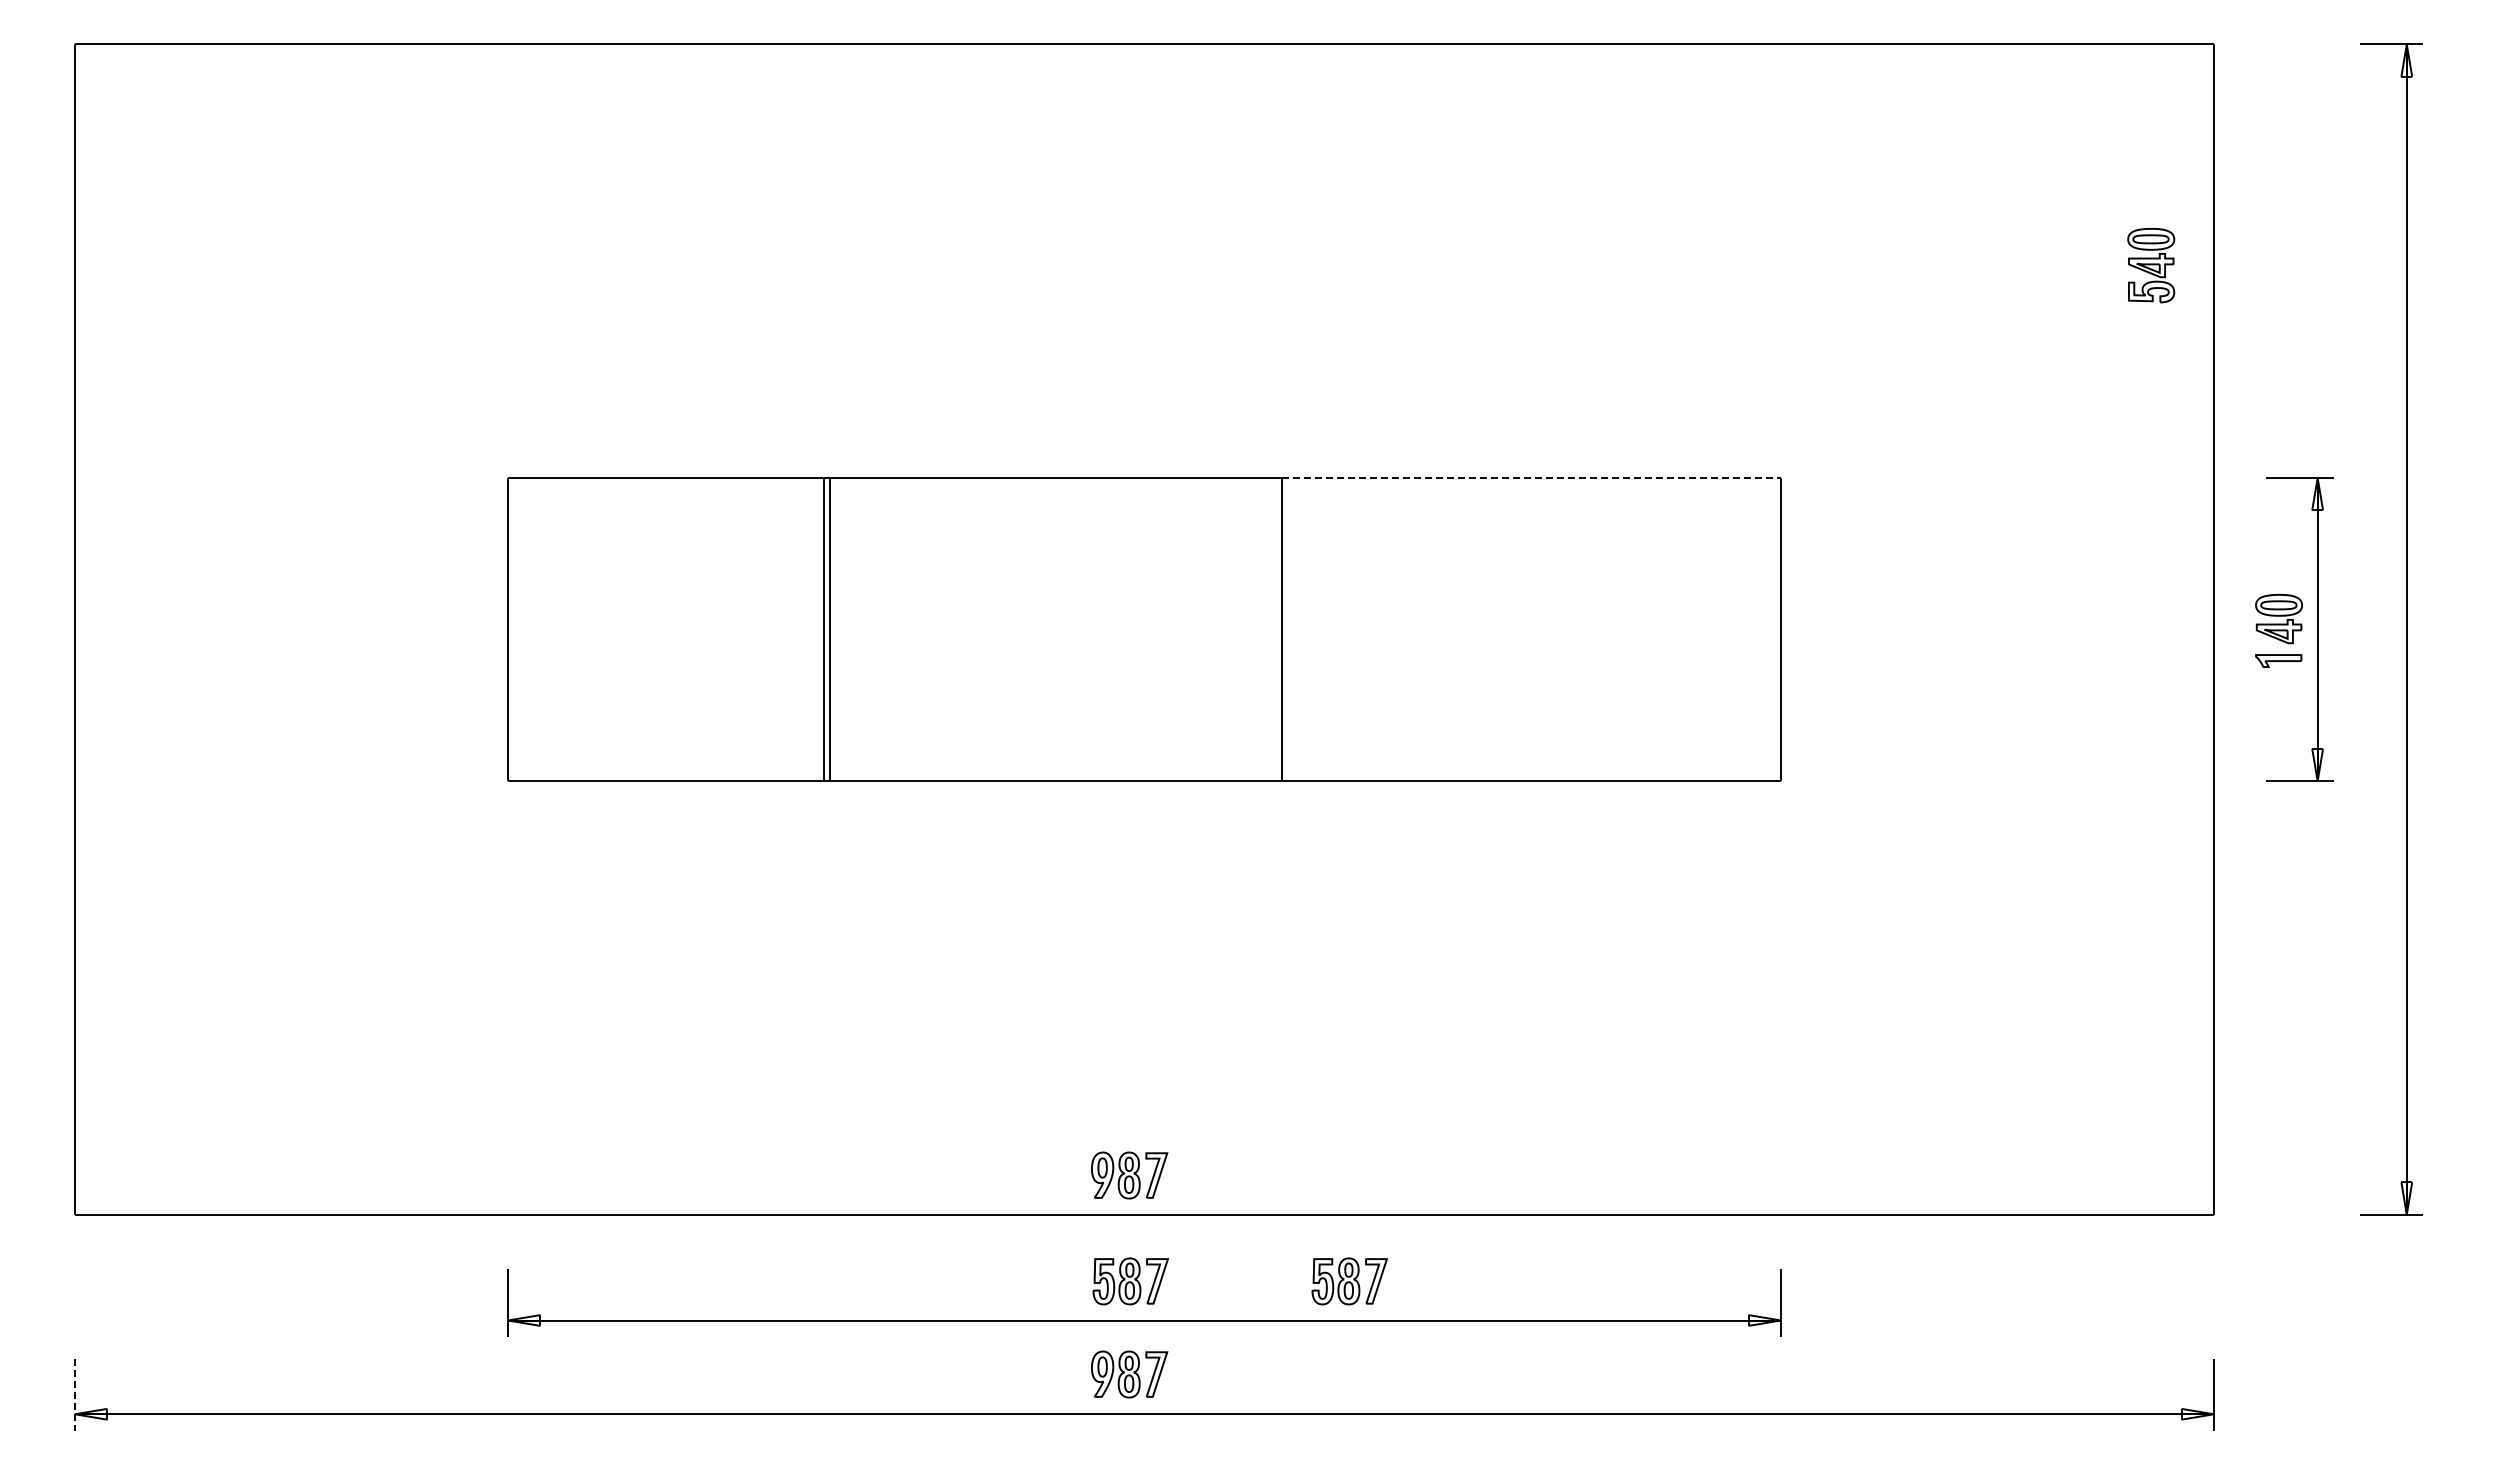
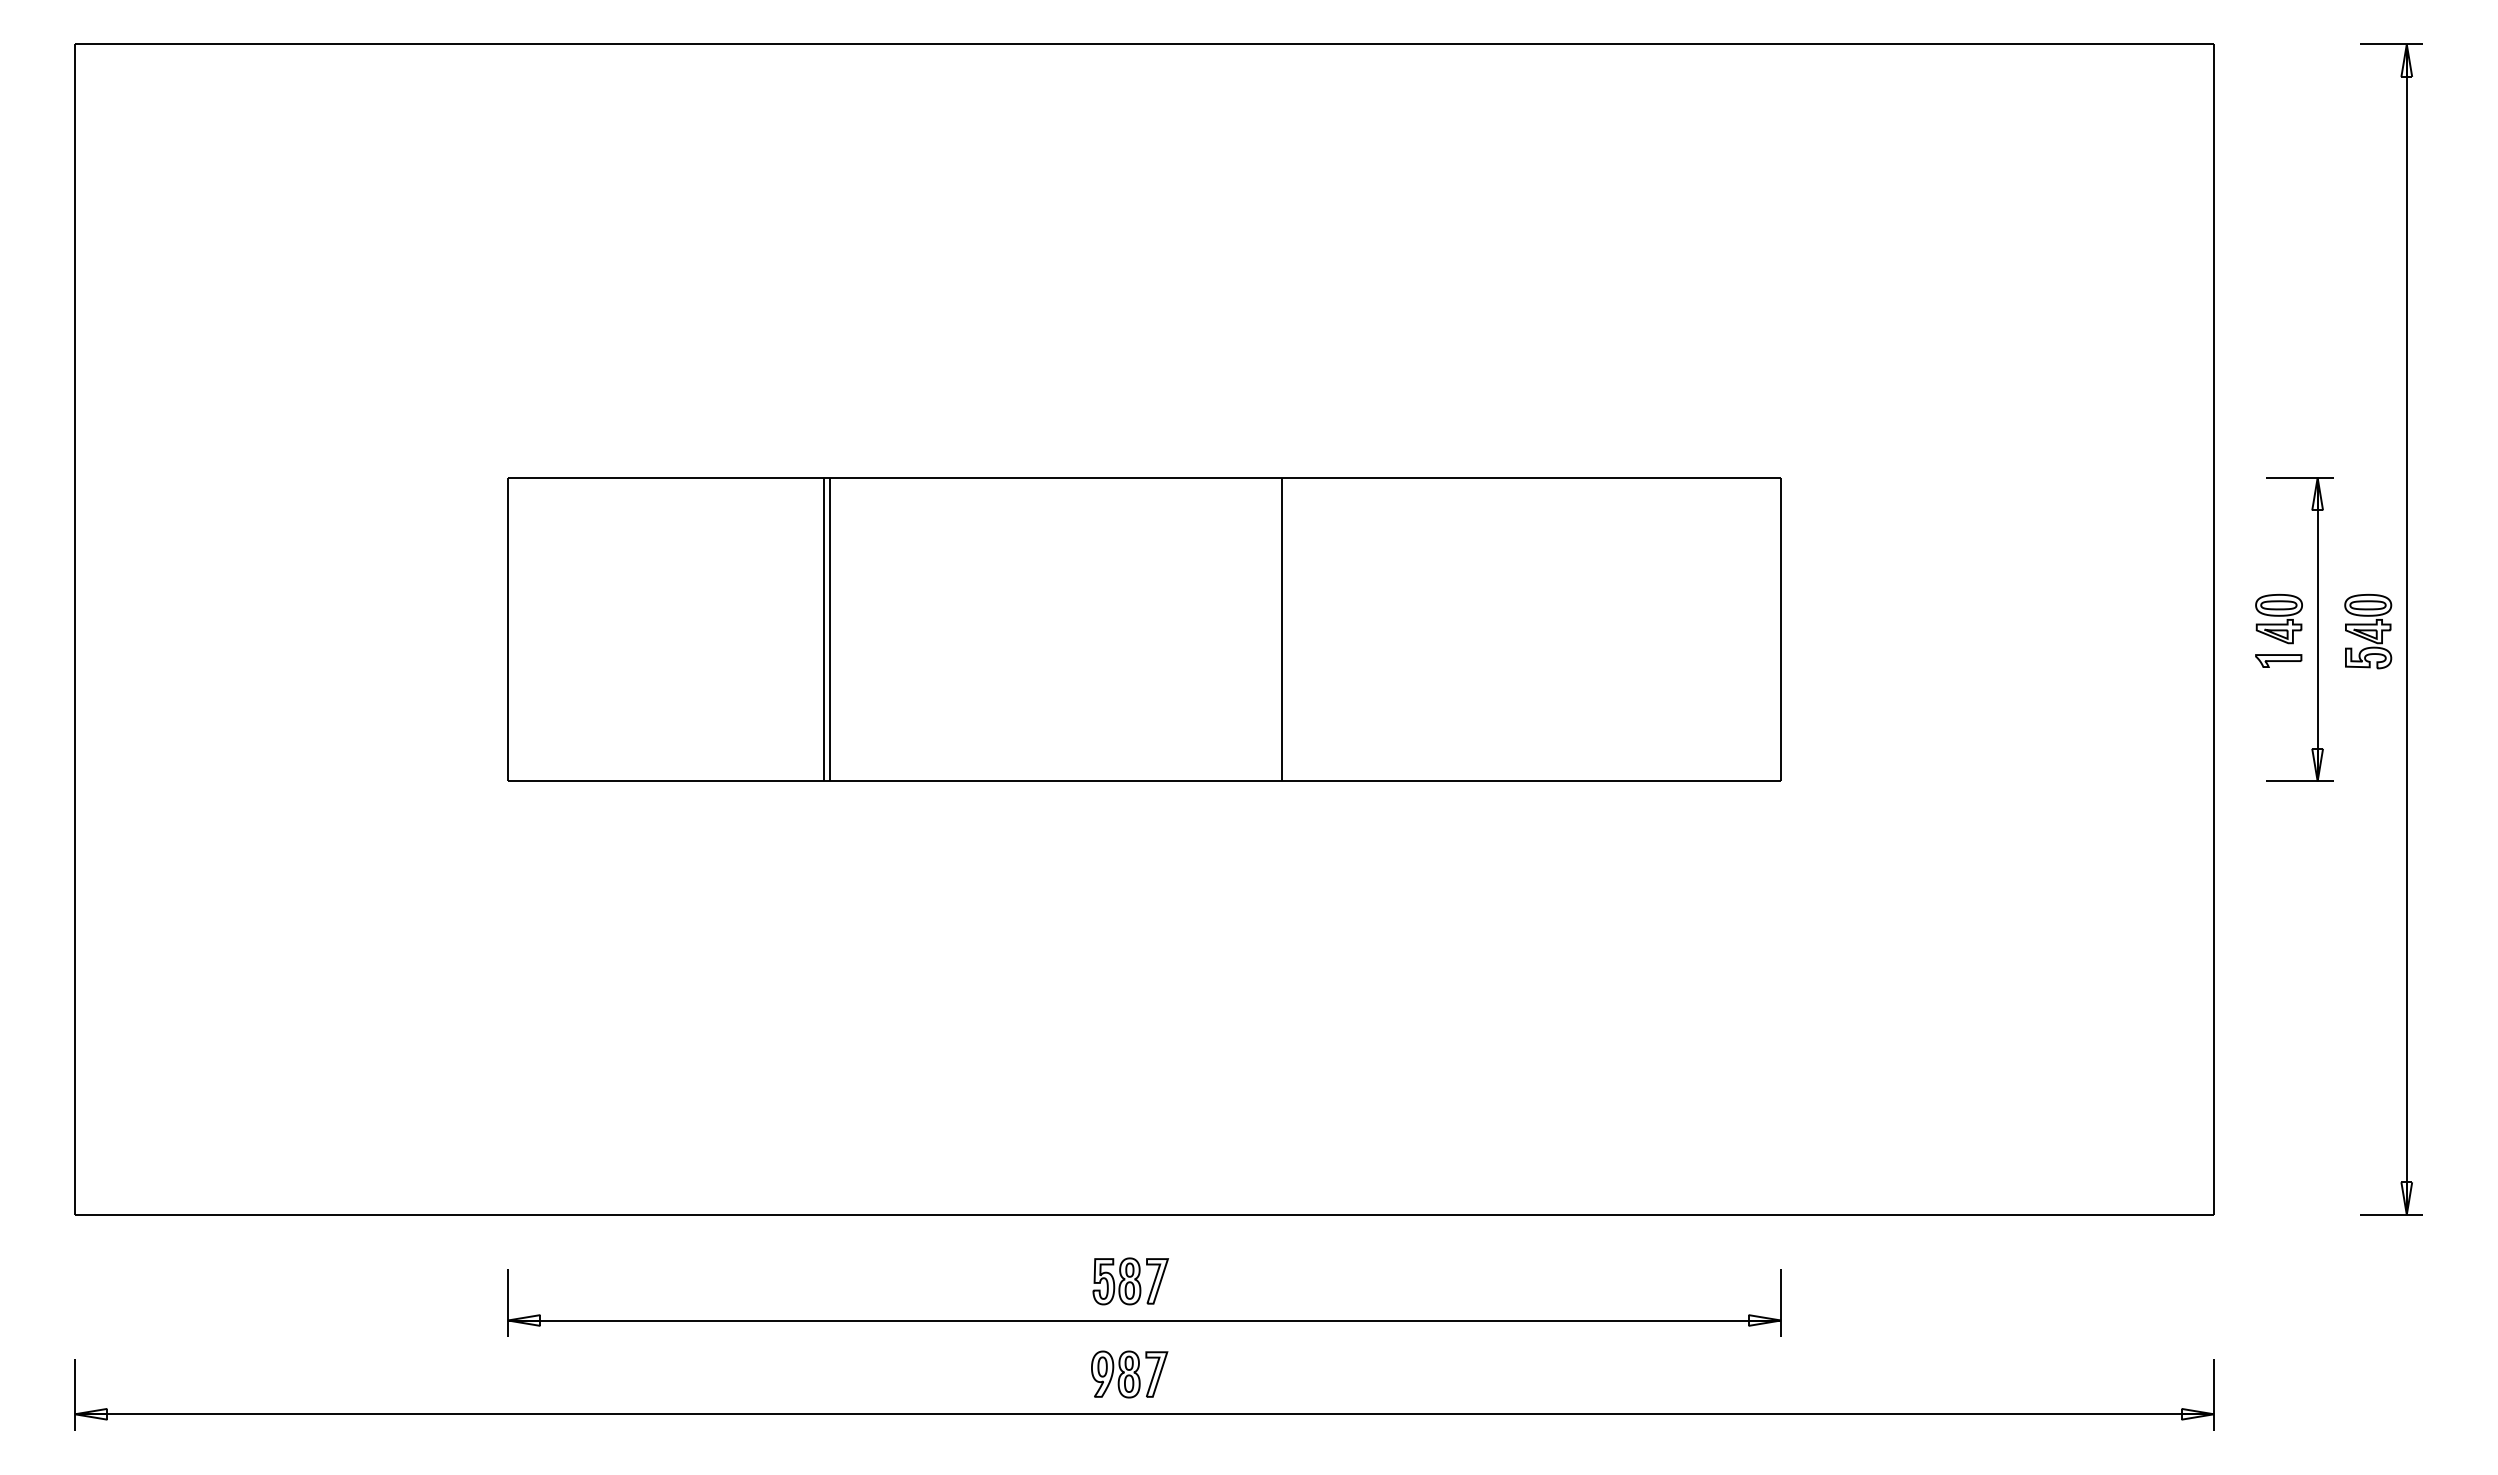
part at (2151, 265) position: (2151, 265) -> (2368, 631)
line at (1531, 477): dashed -> solid
part at (1129, 1175): present -> none
part at (1349, 1281): present -> none
line at (74, 1394): dashed -> solid
